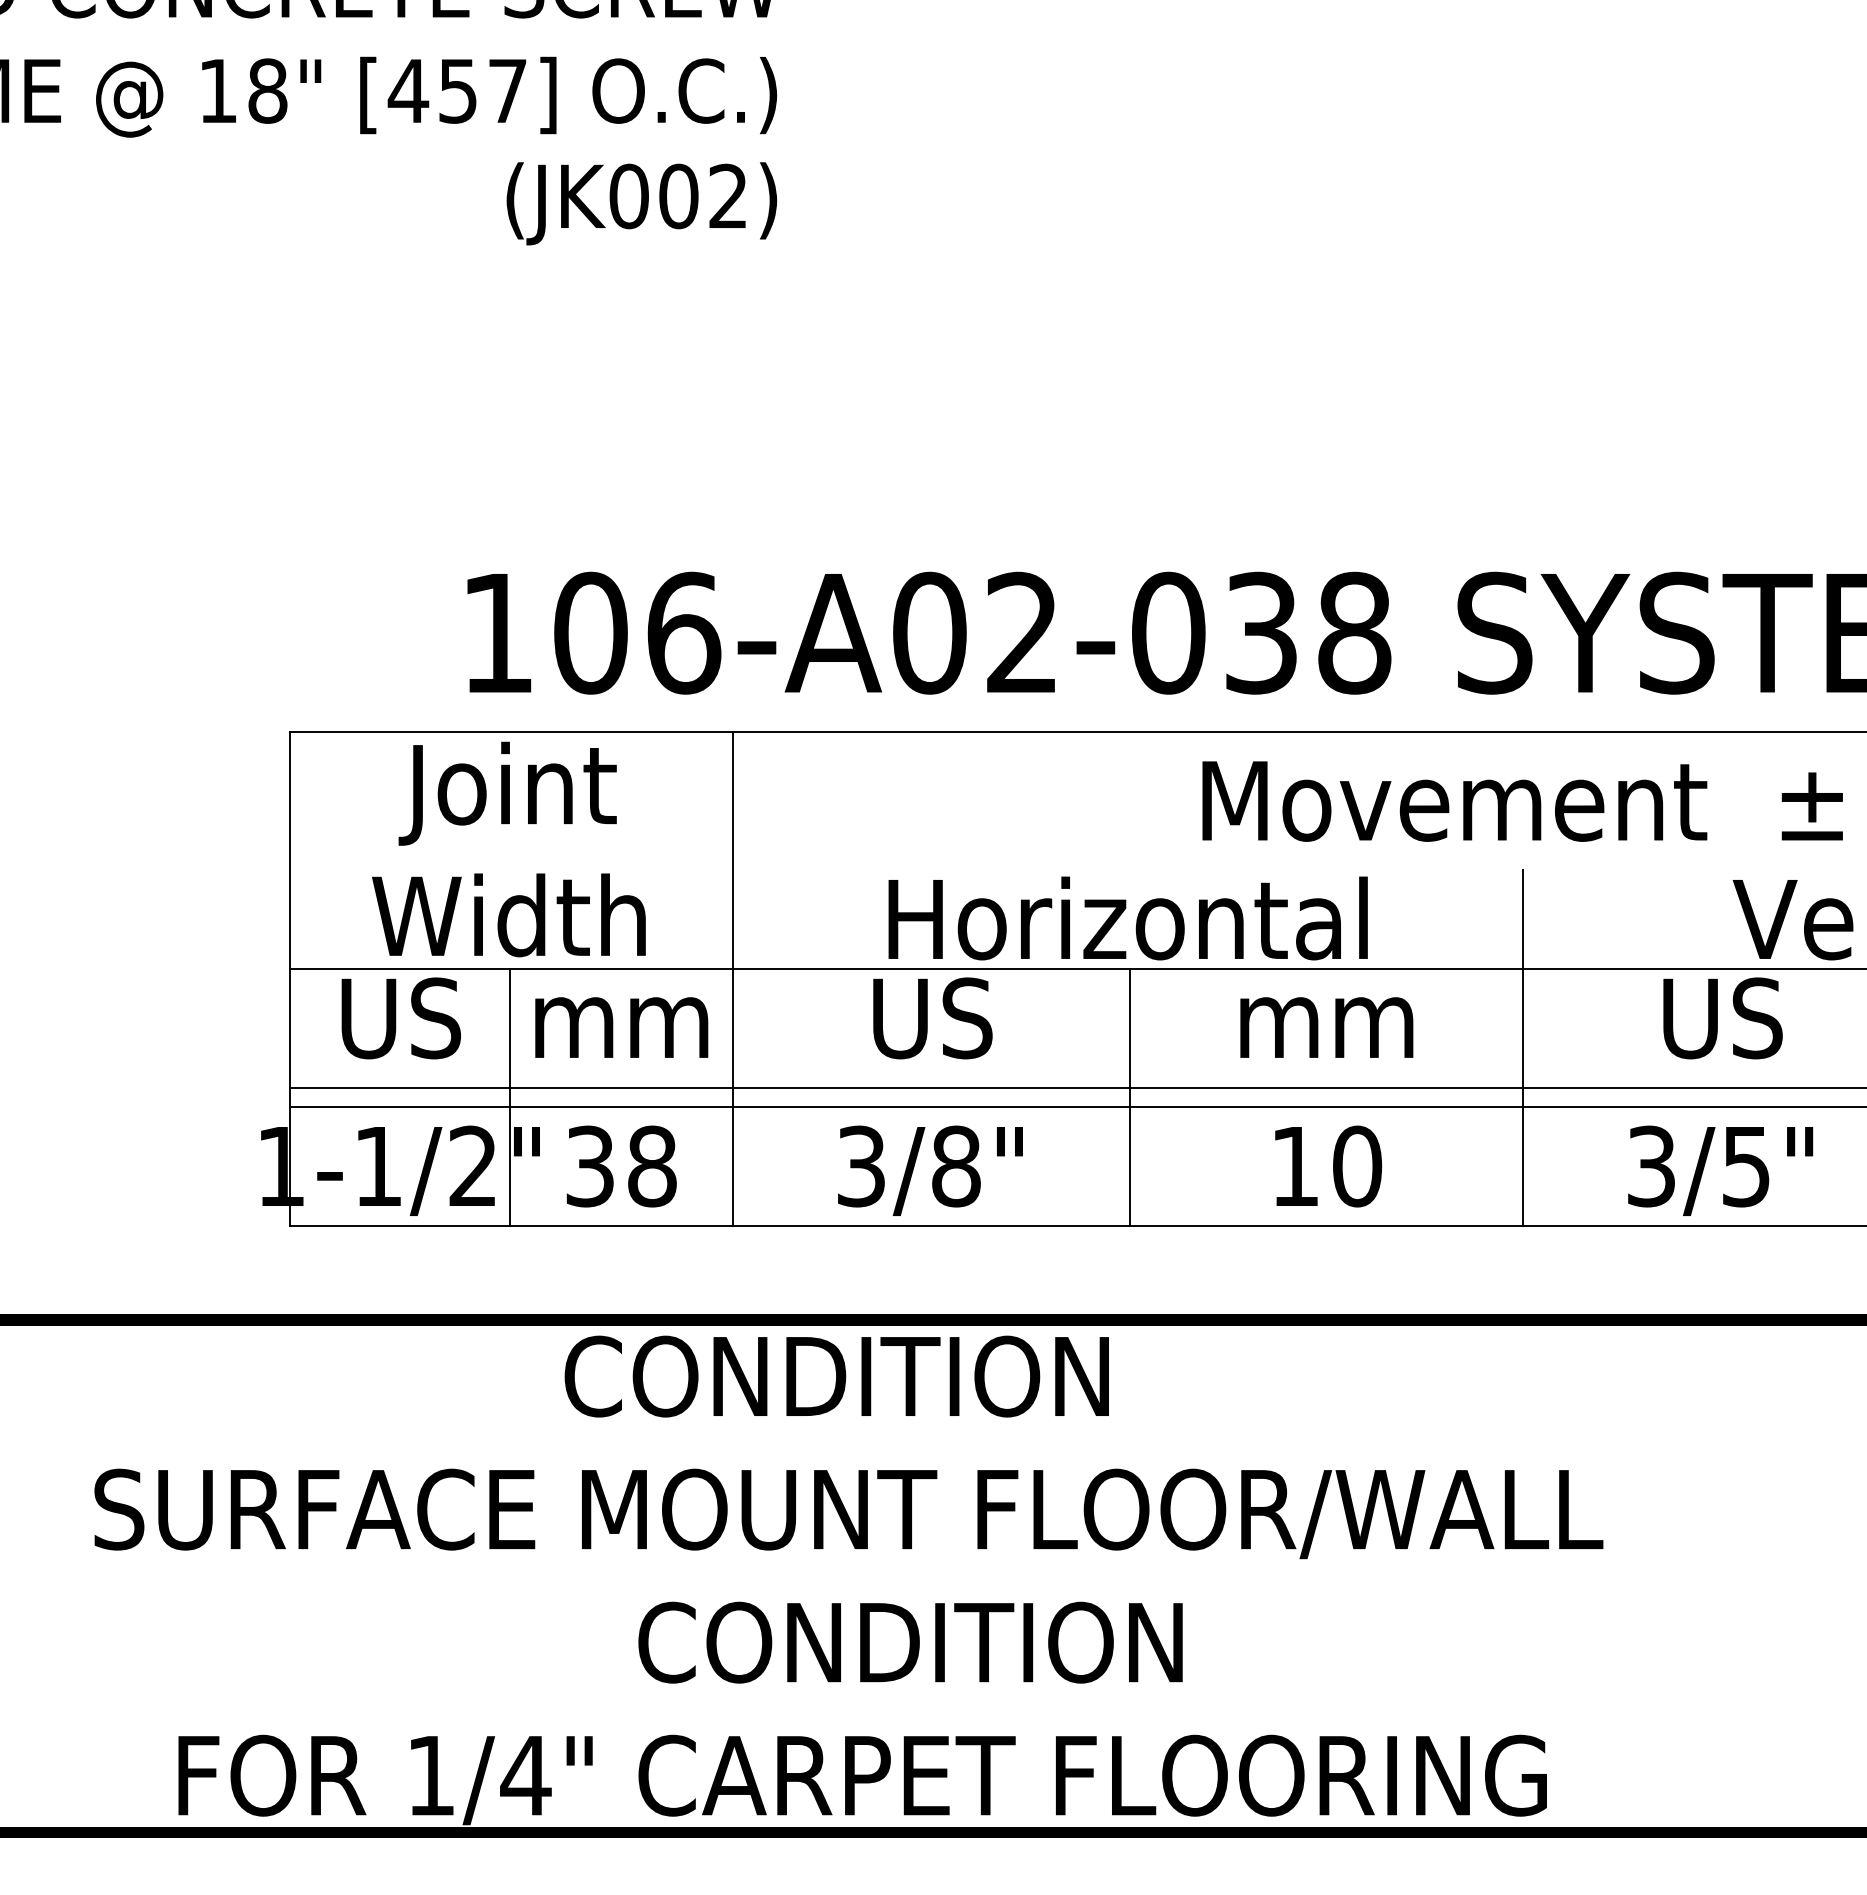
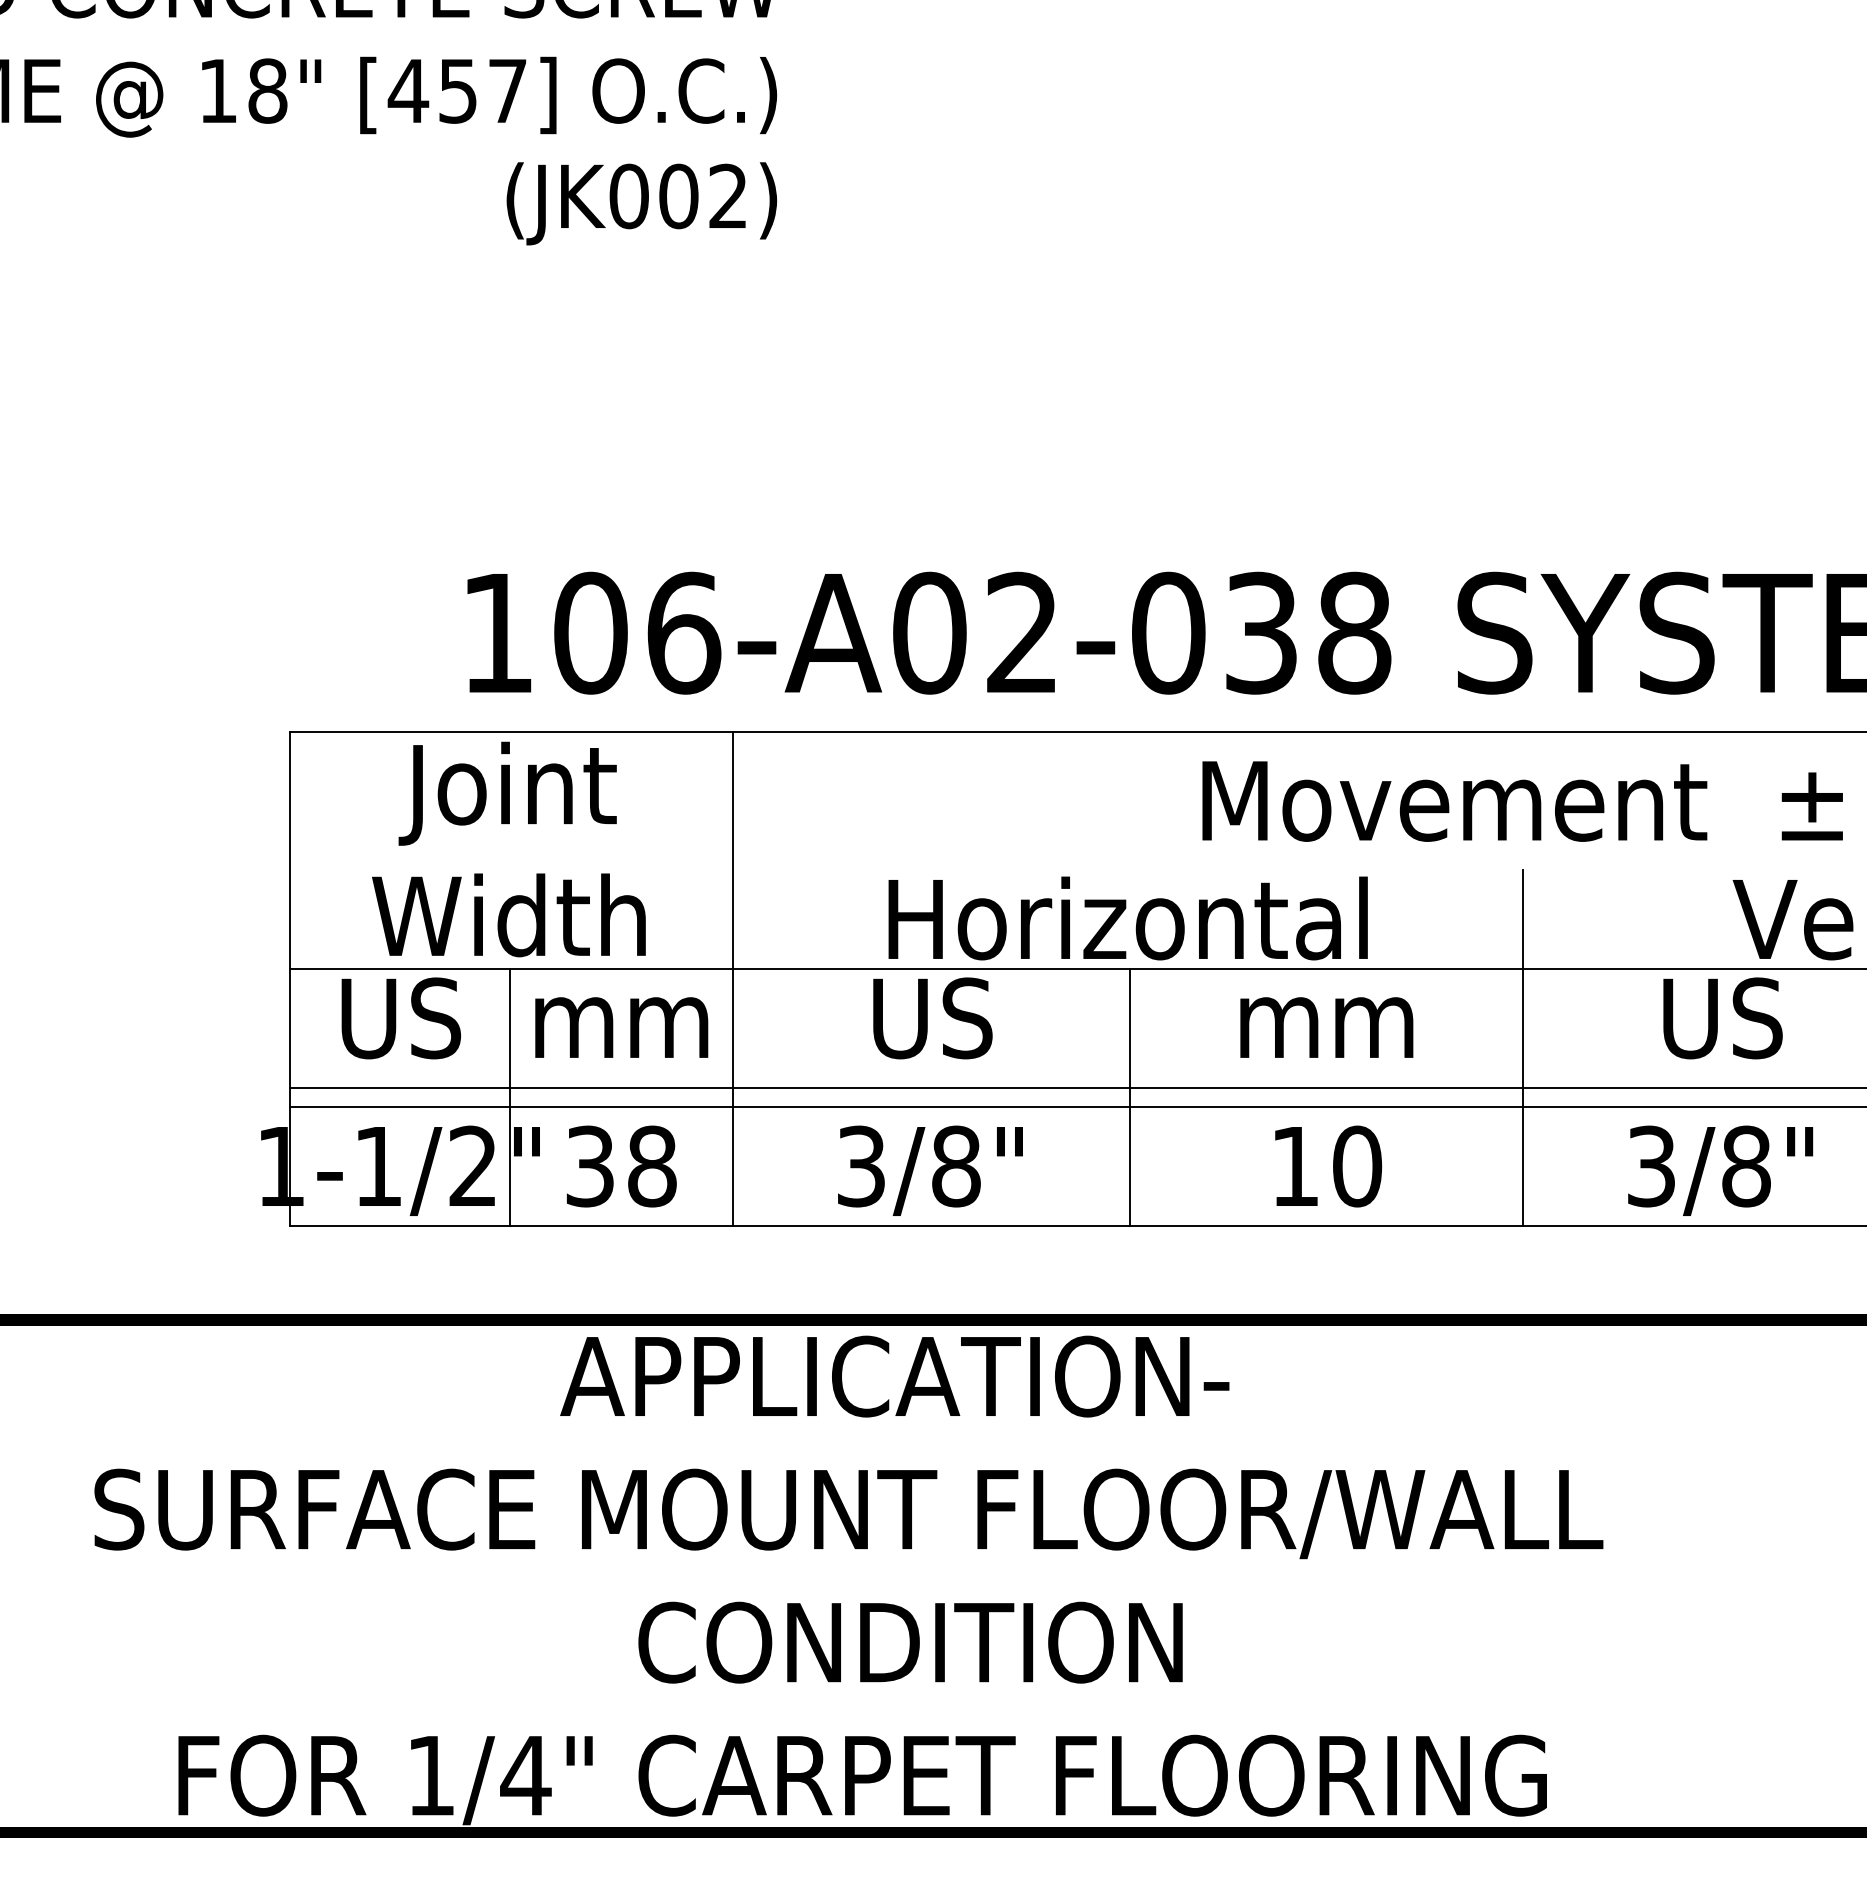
text at (1746, 1166): 3/5" -> 3/8"
text at (894, 1376): CONDITION -> APPLICATION-
